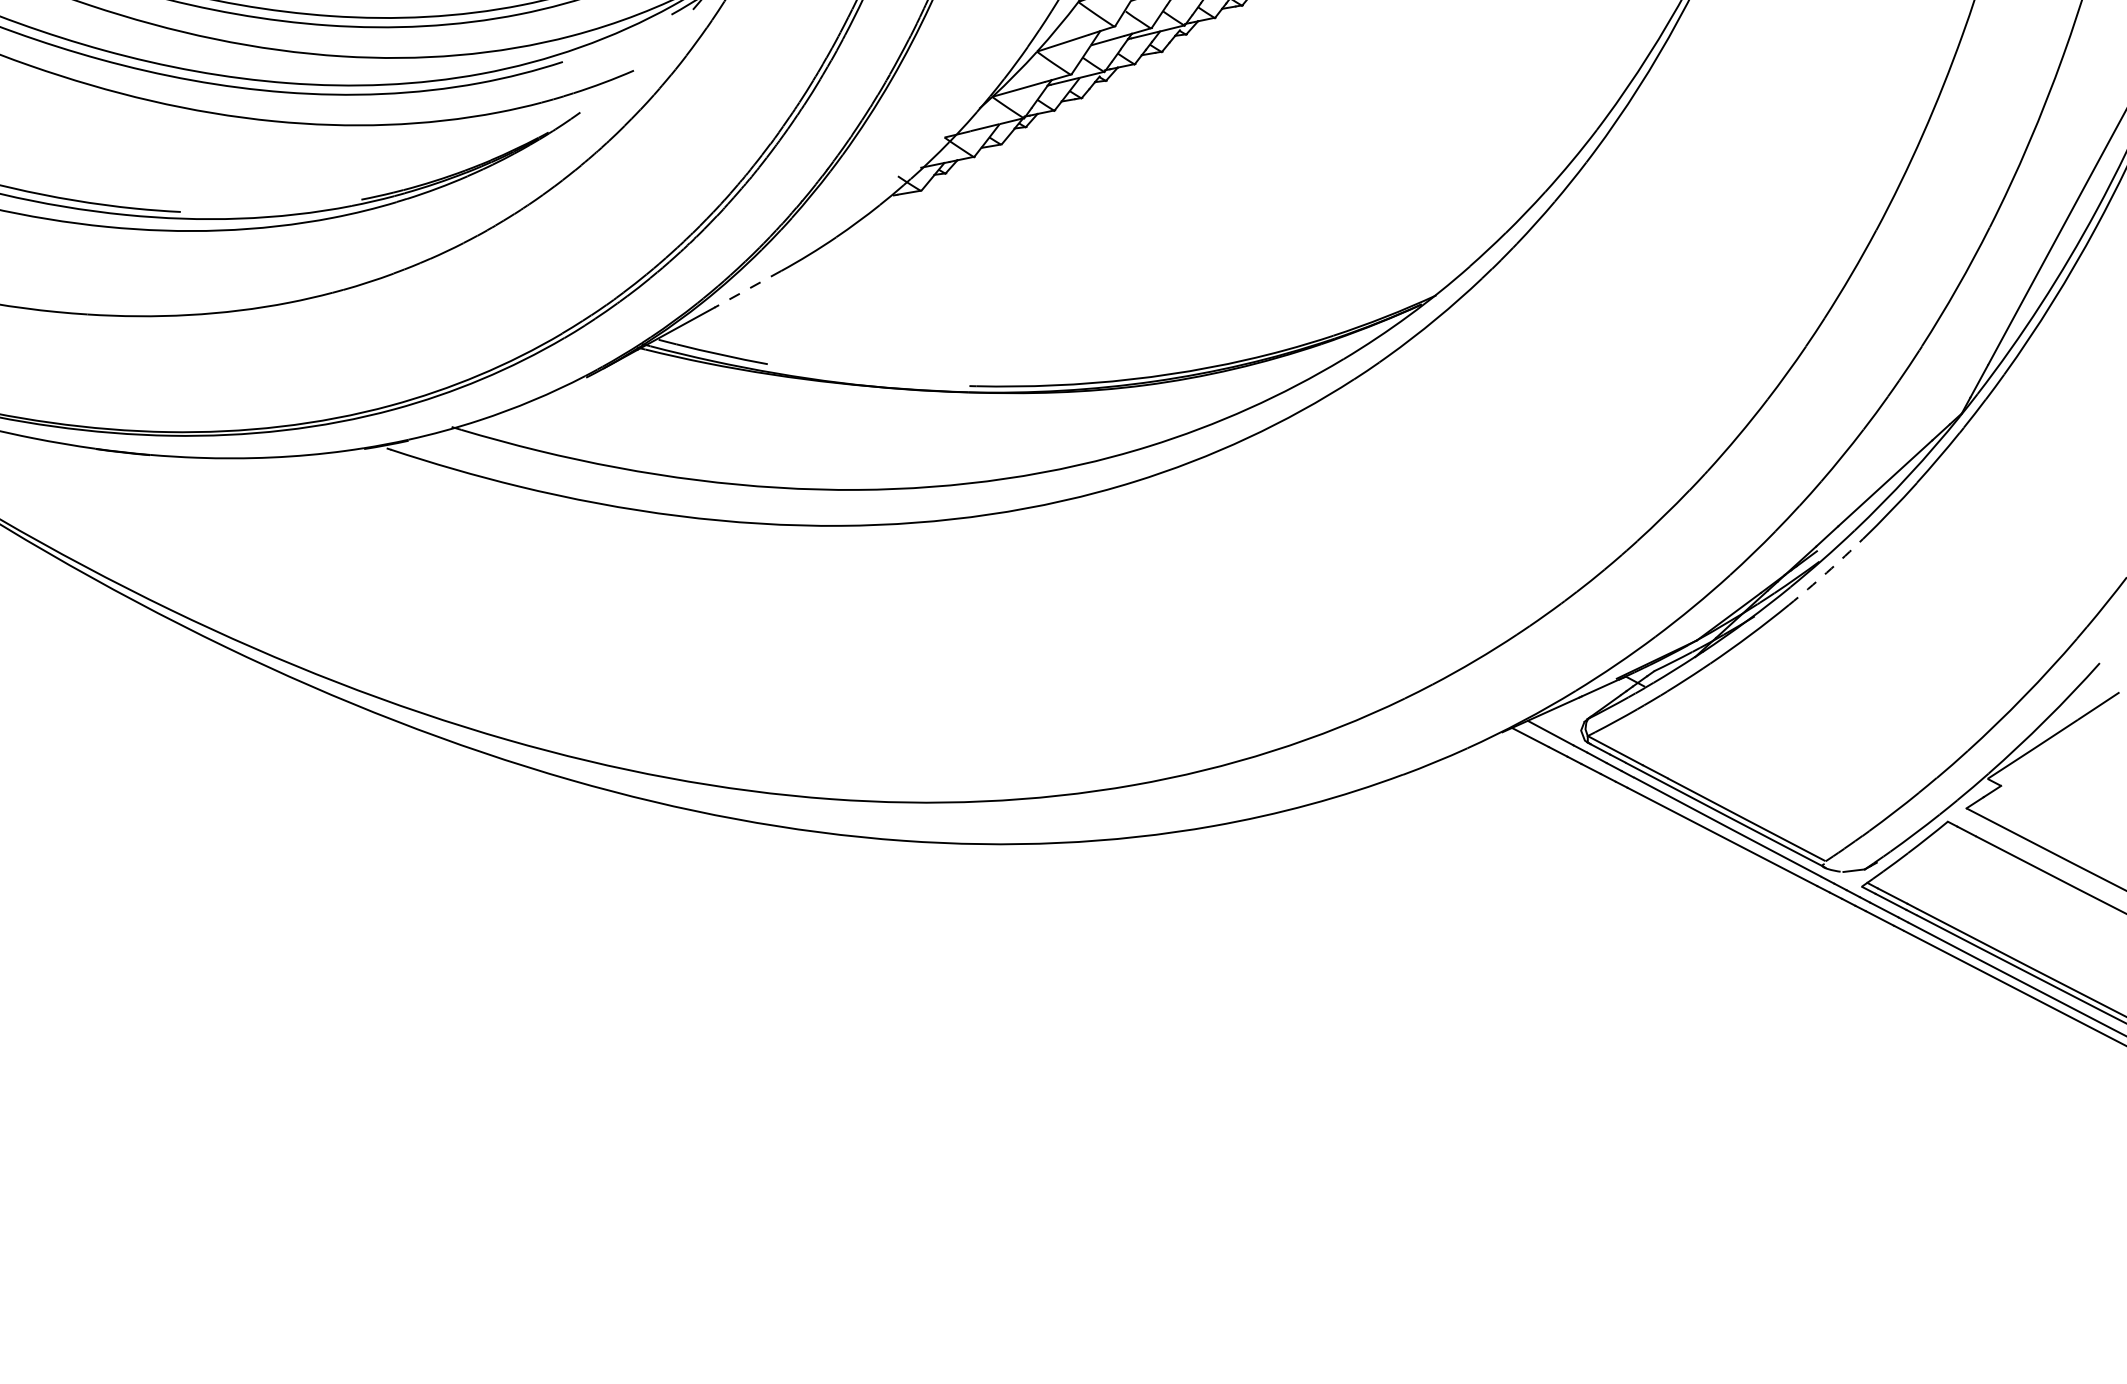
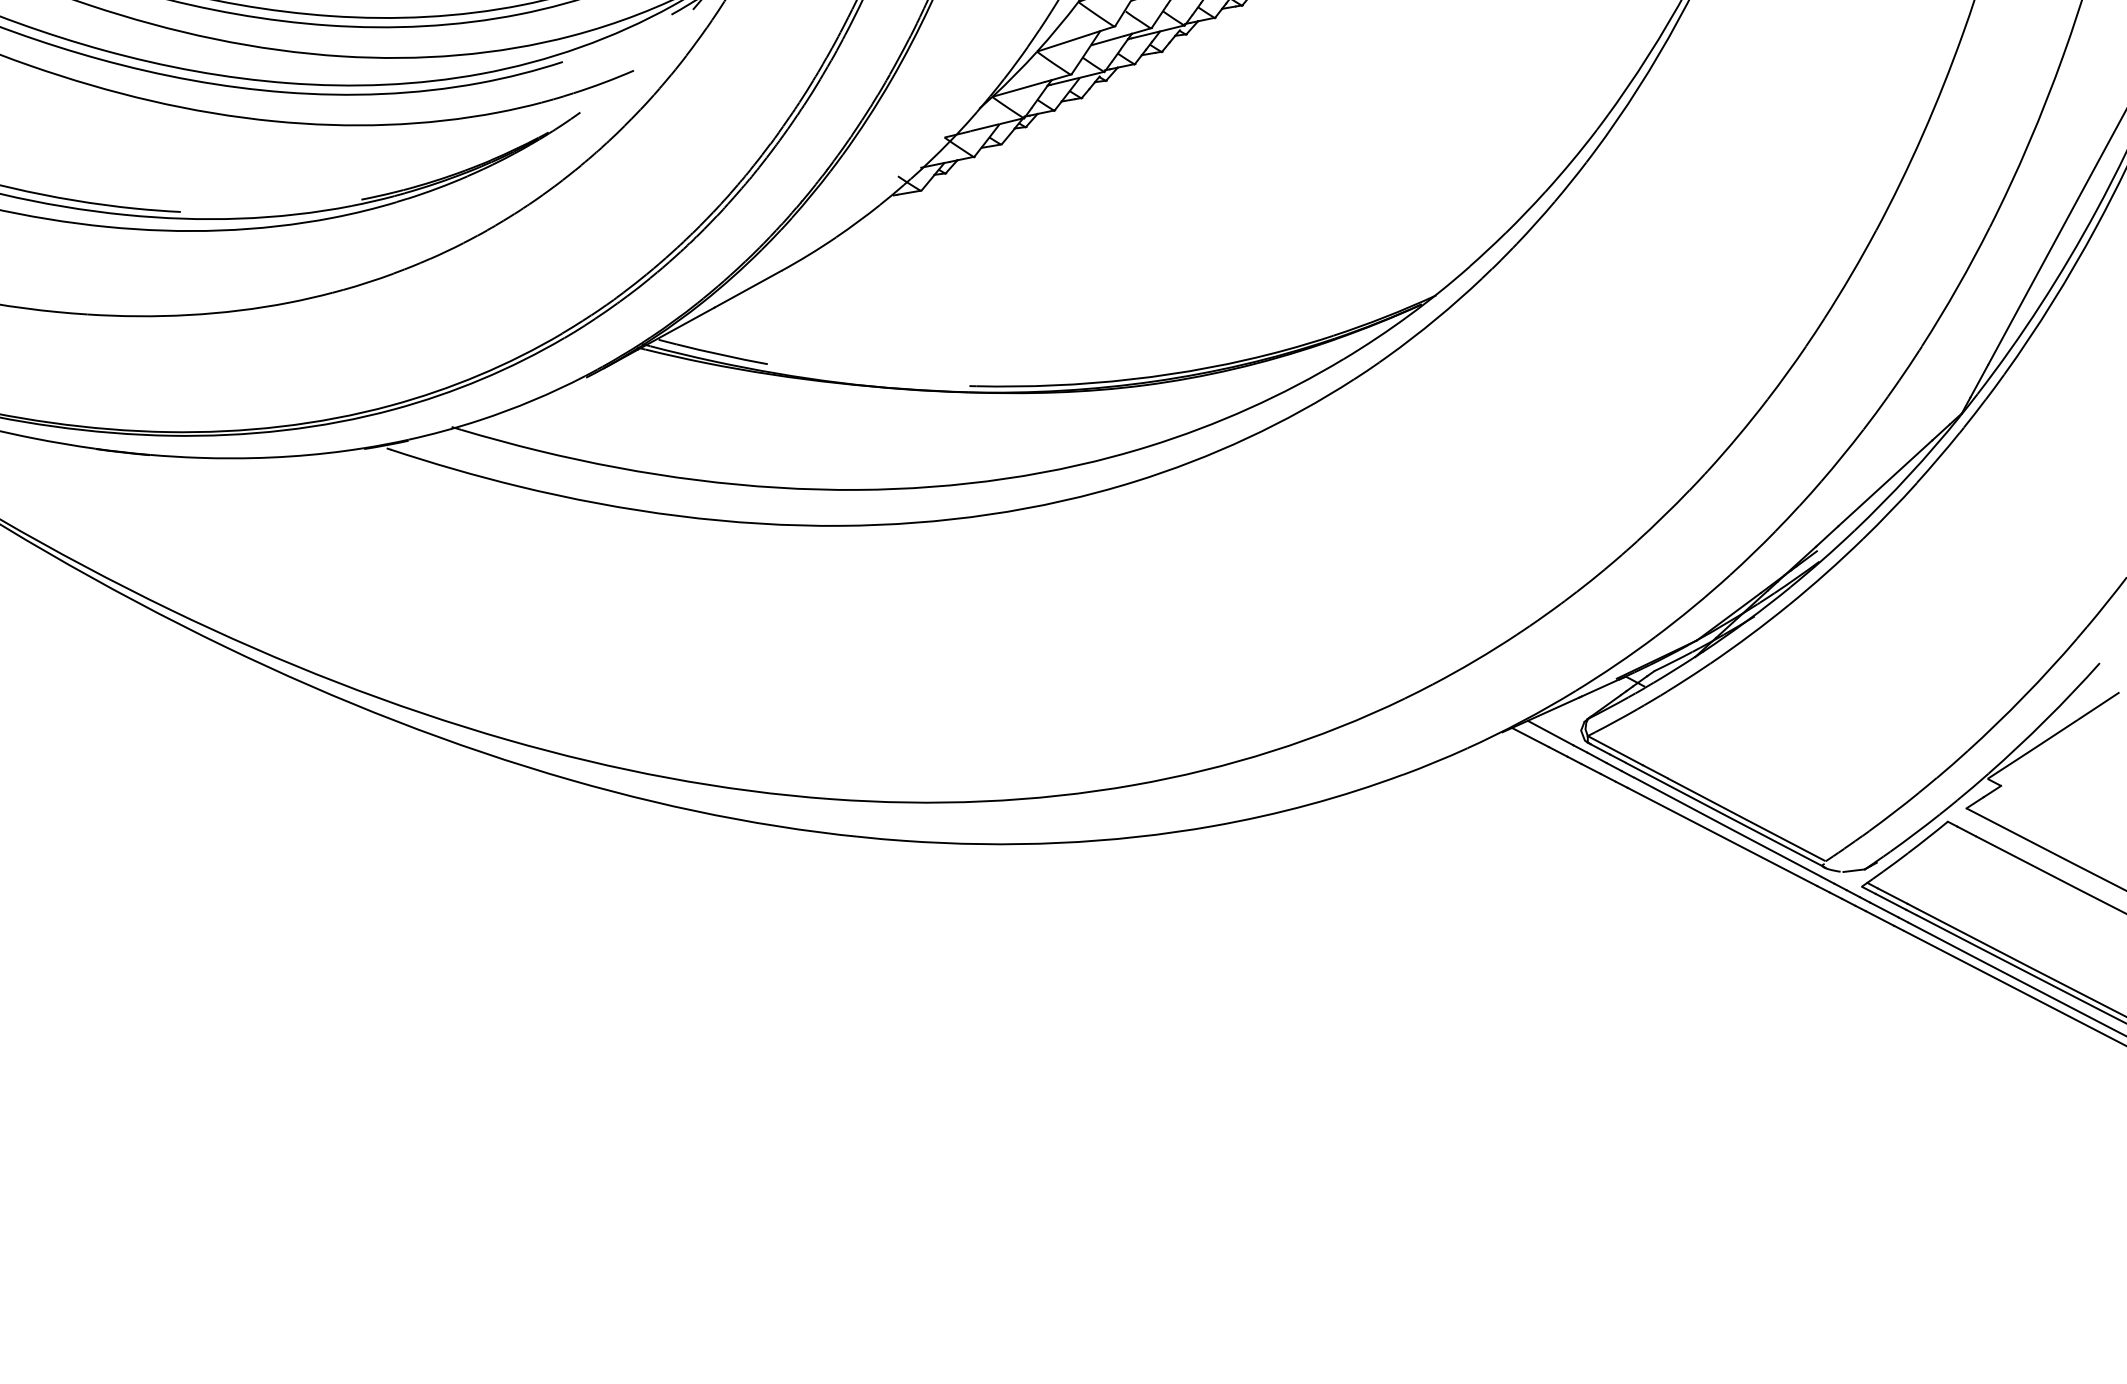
line at (747, 289): dashed -> solid
arc at (1826, 572): dashed -> solid
